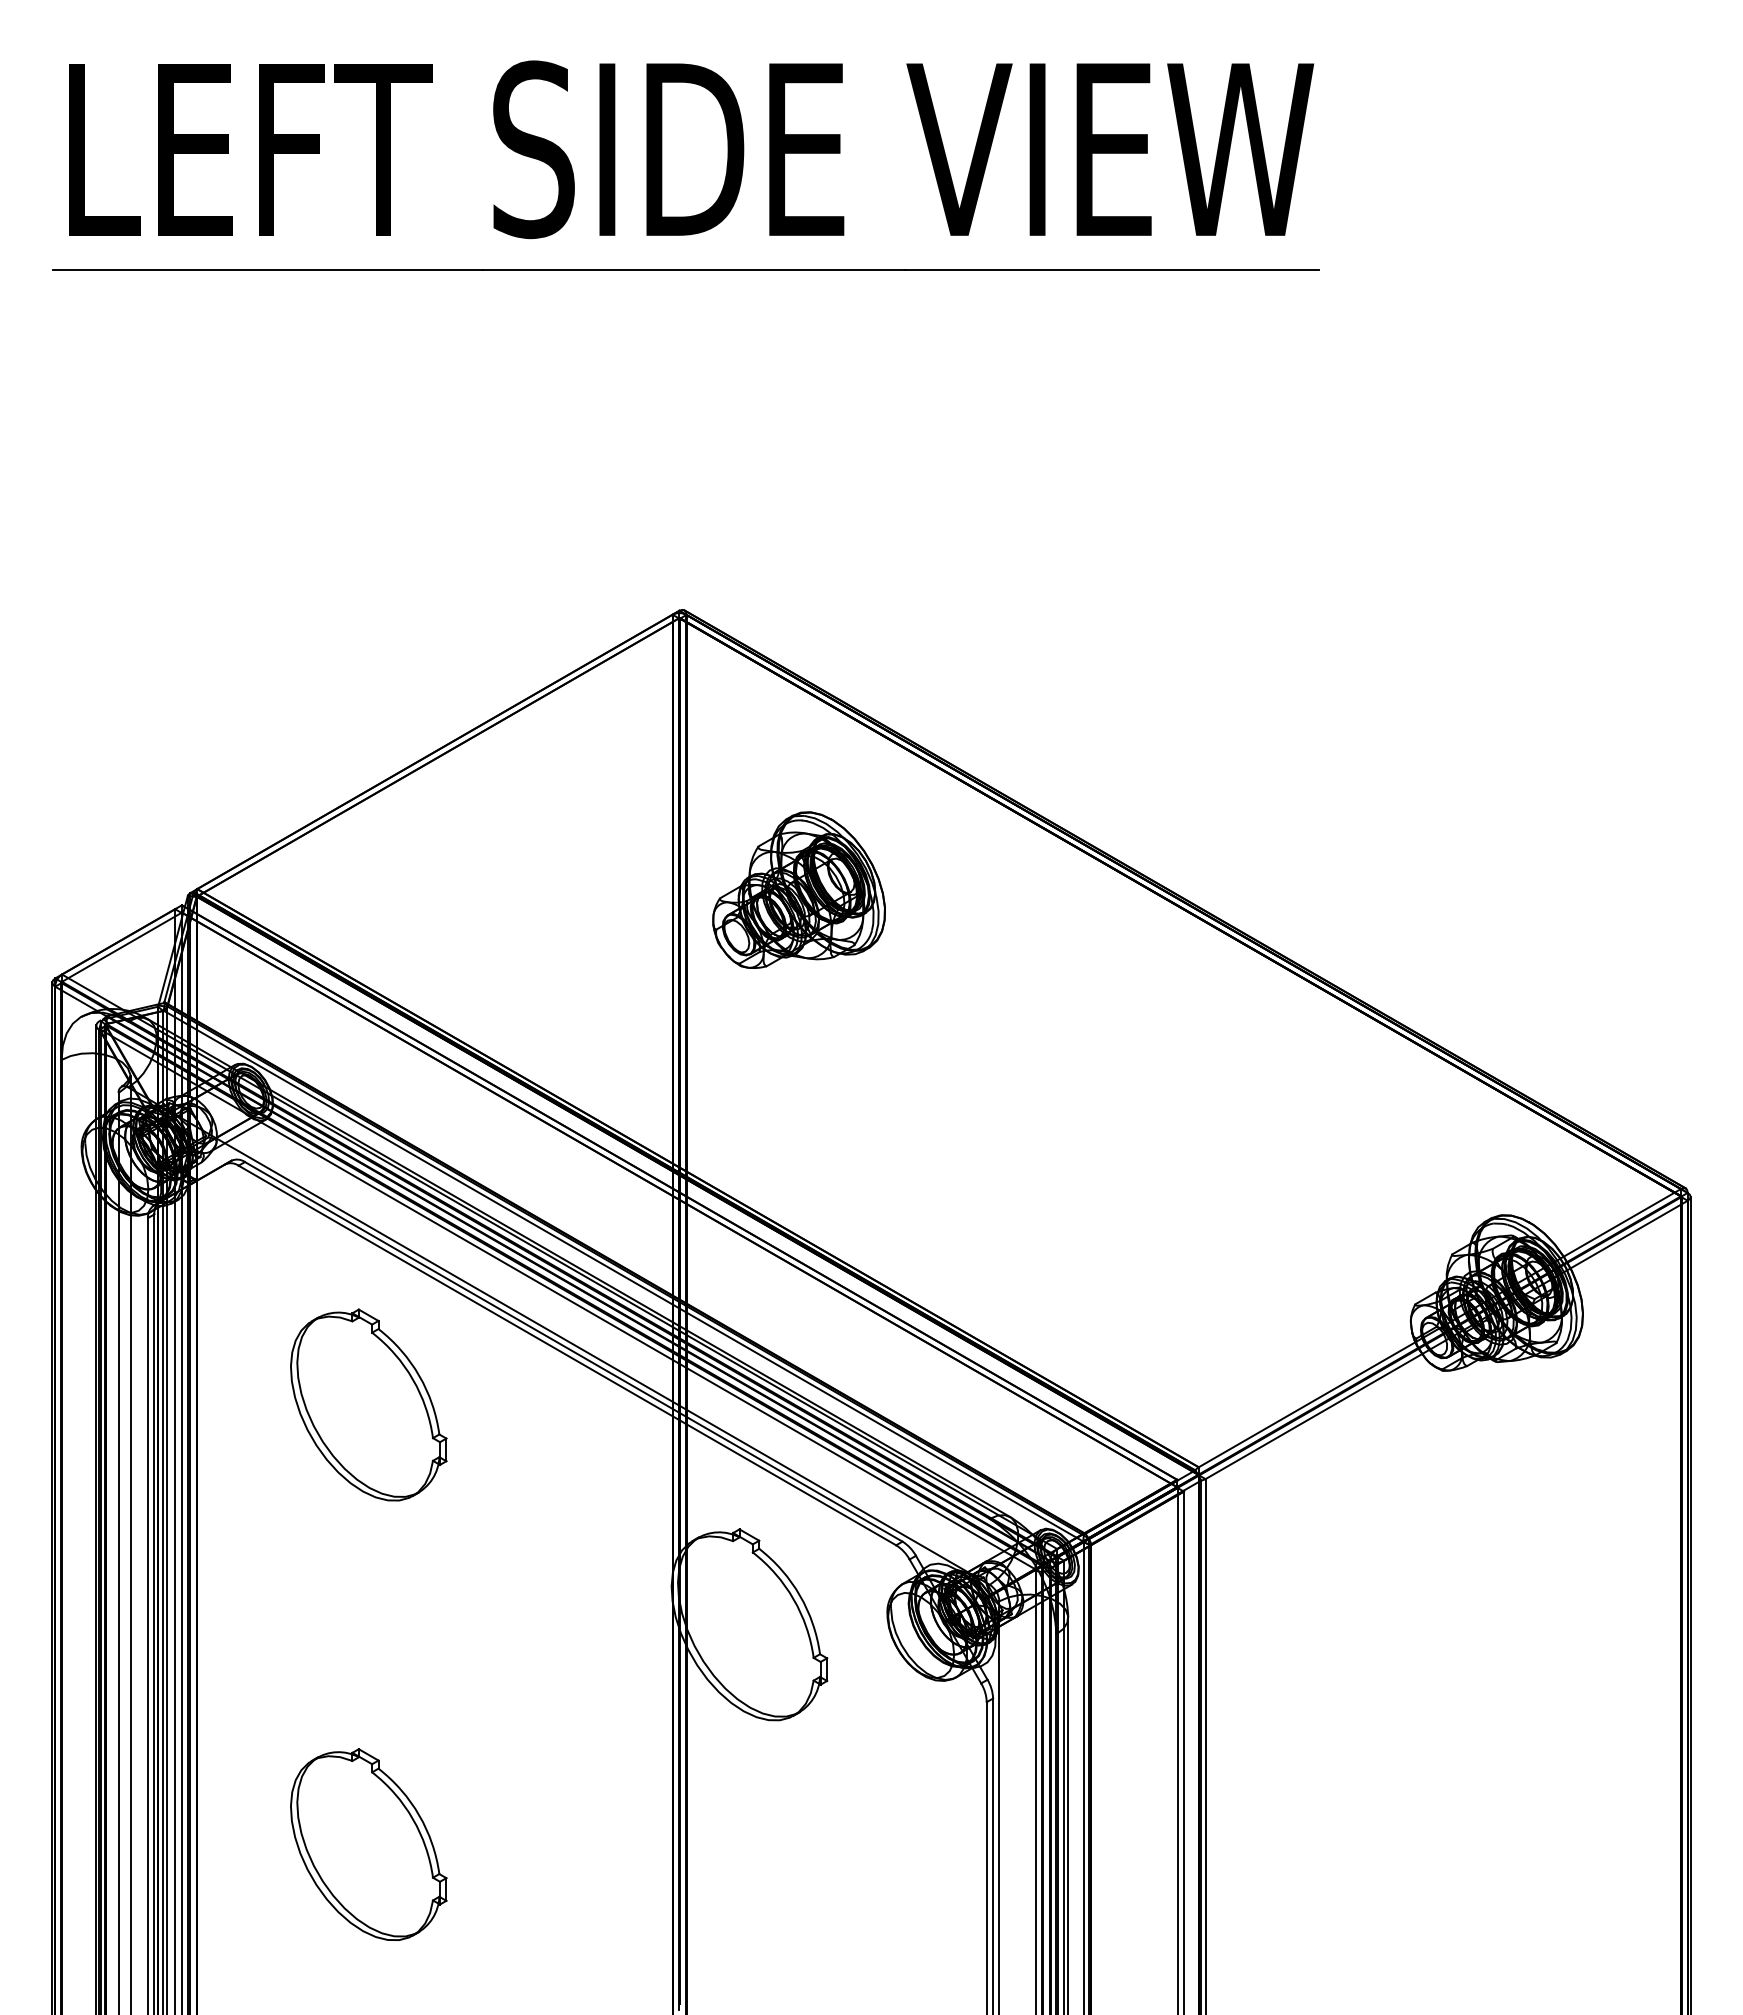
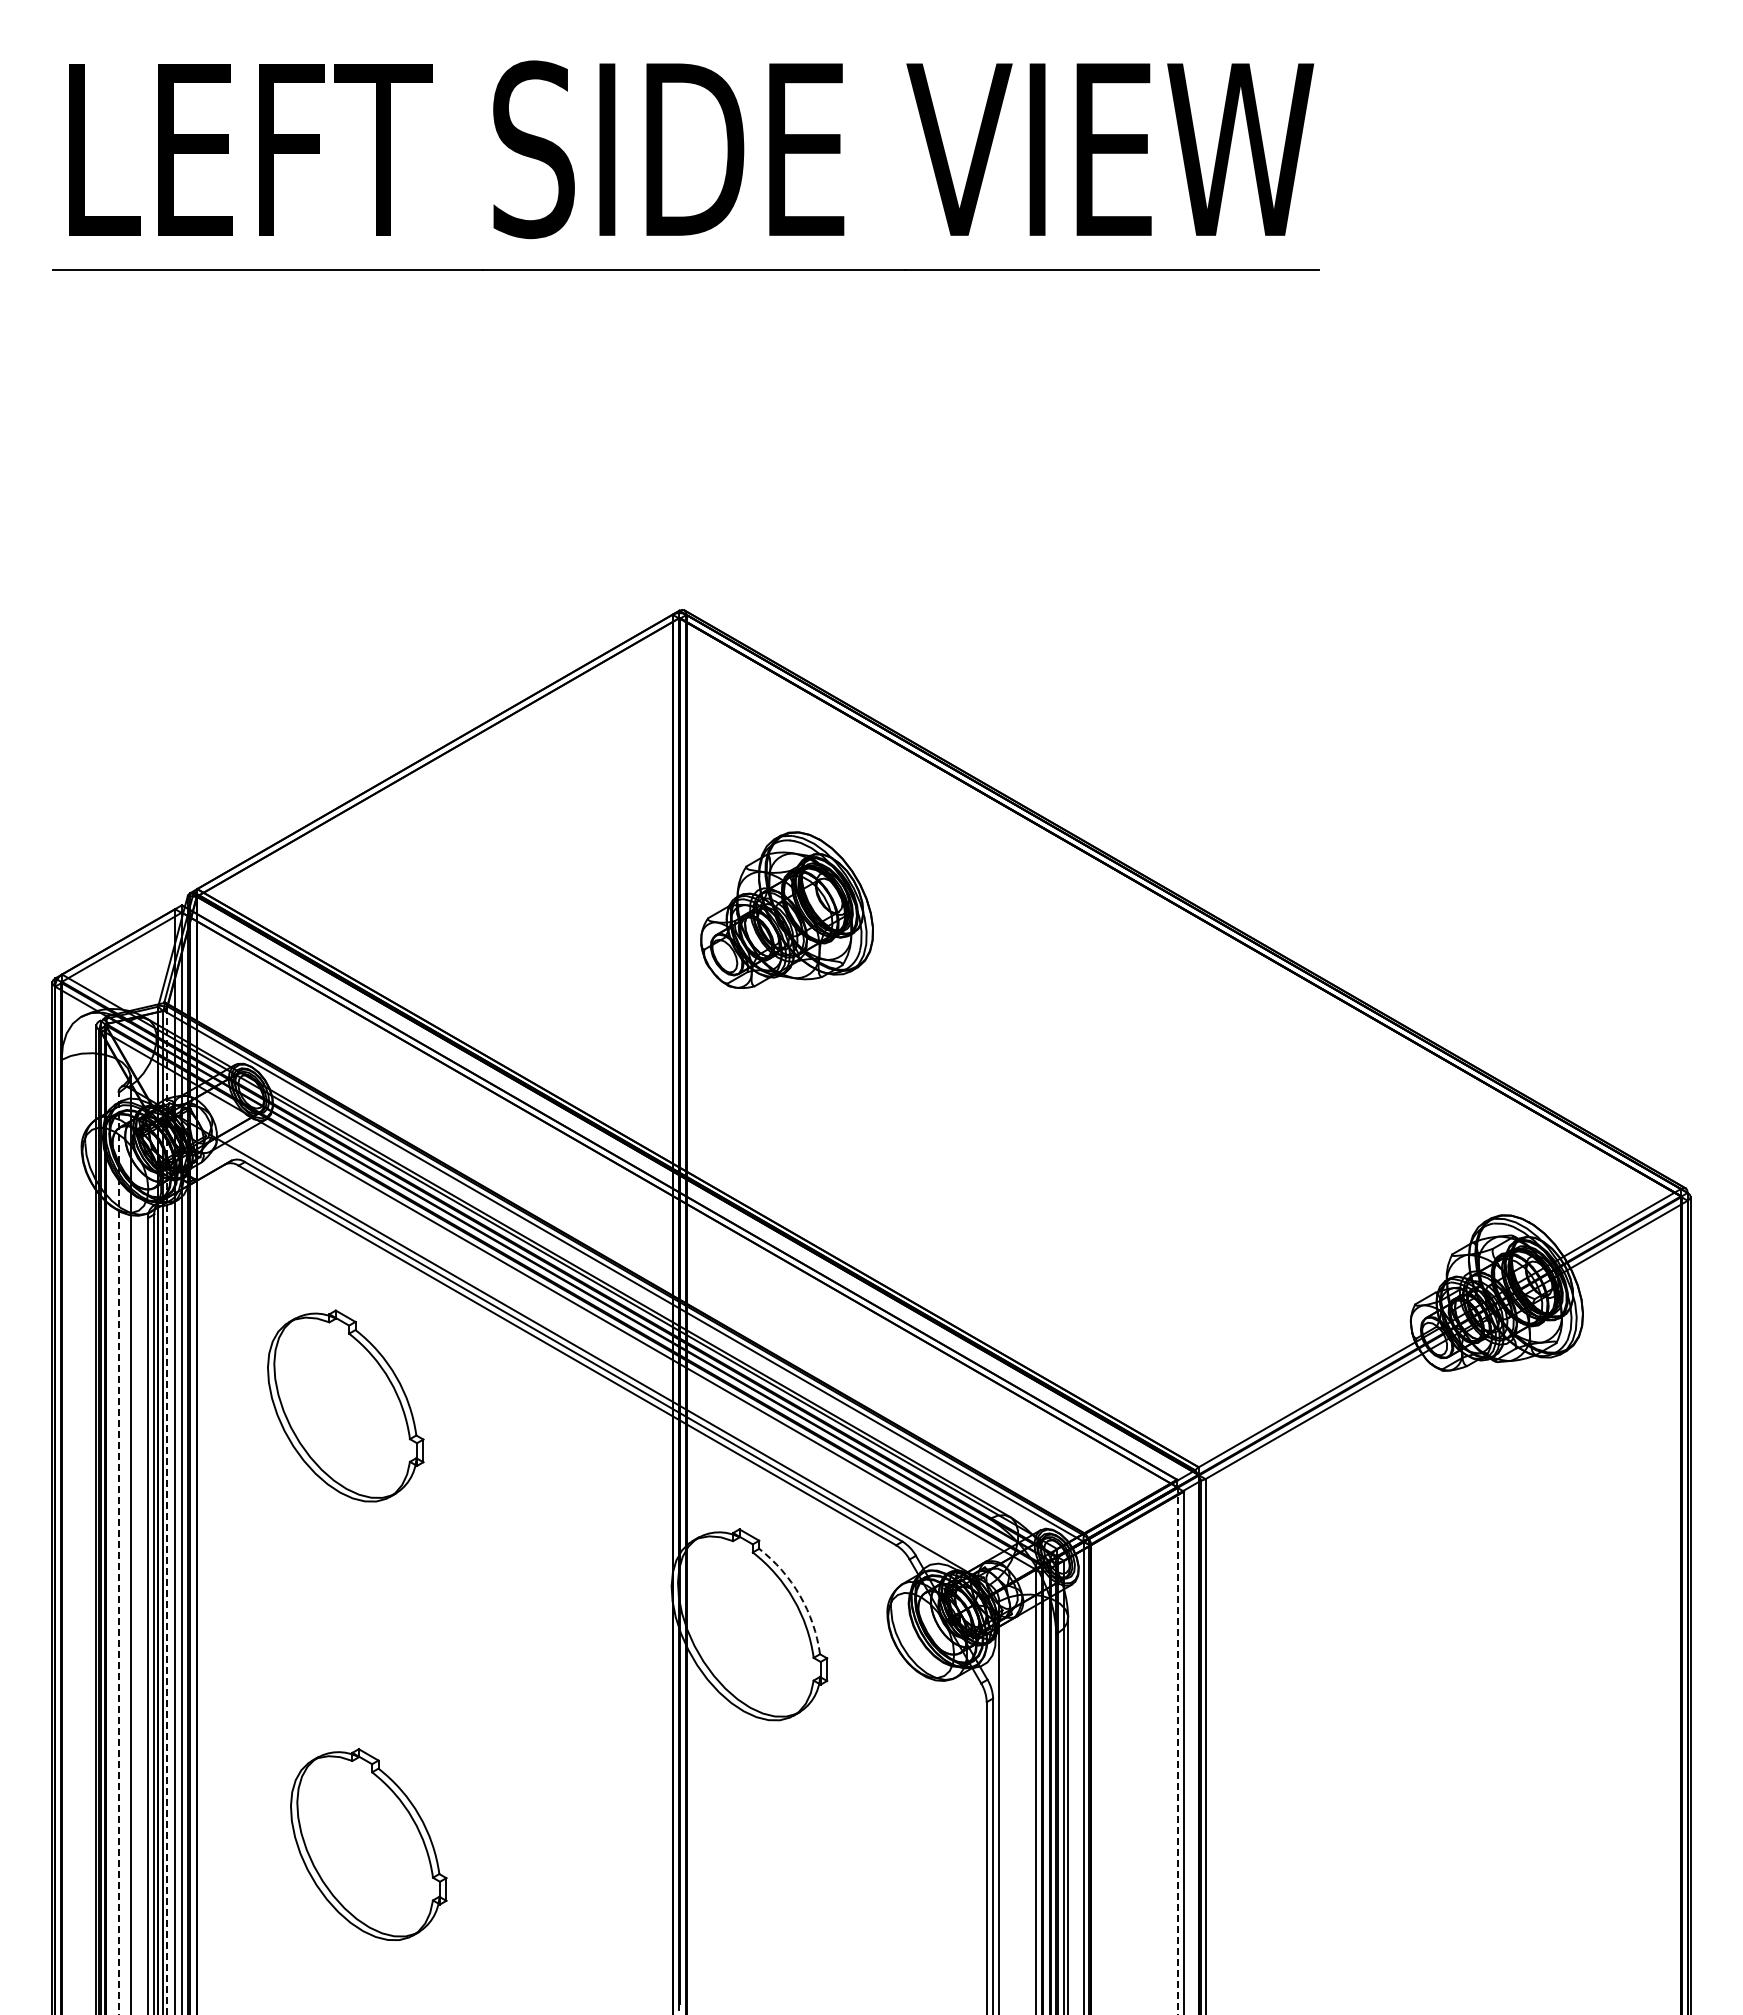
part at (798, 889) position: (798, 889) -> (786, 909)
part at (368, 1404) position: (368, 1404) -> (345, 1405)
line at (167, 1510): solid -> dashed
line at (118, 1553): solid -> dashed
arc at (799, 1595): solid -> dashed
line at (1177, 1750): solid -> dashed
